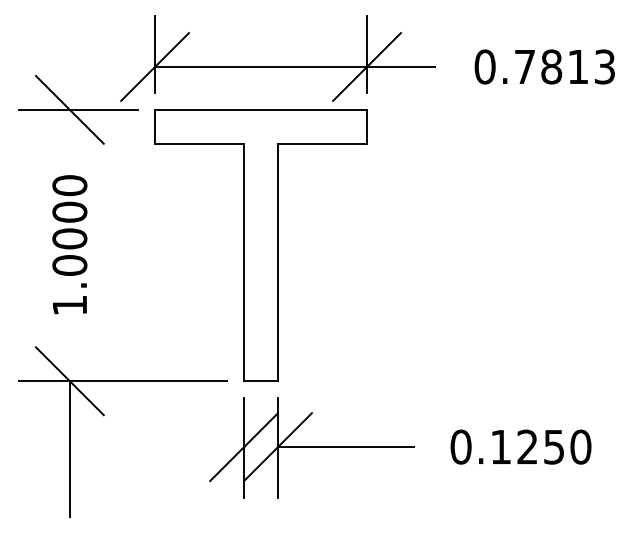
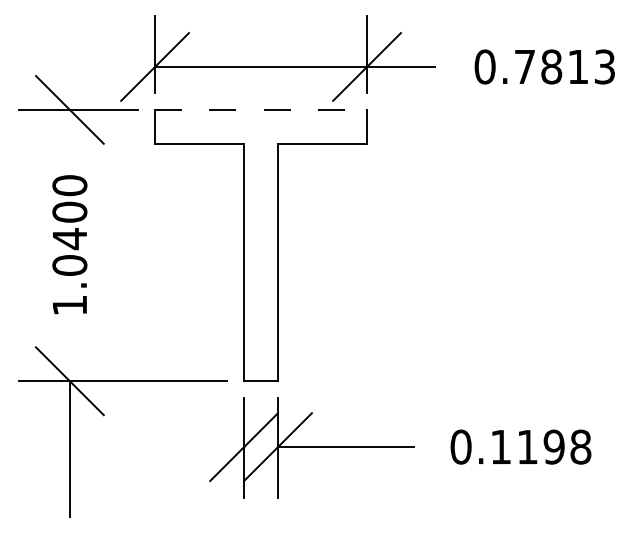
line at (261, 109): solid -> dashed
text at (69, 239): 1.0000 -> 1.0400
text at (554, 446): 0.1250 -> 0.1198
